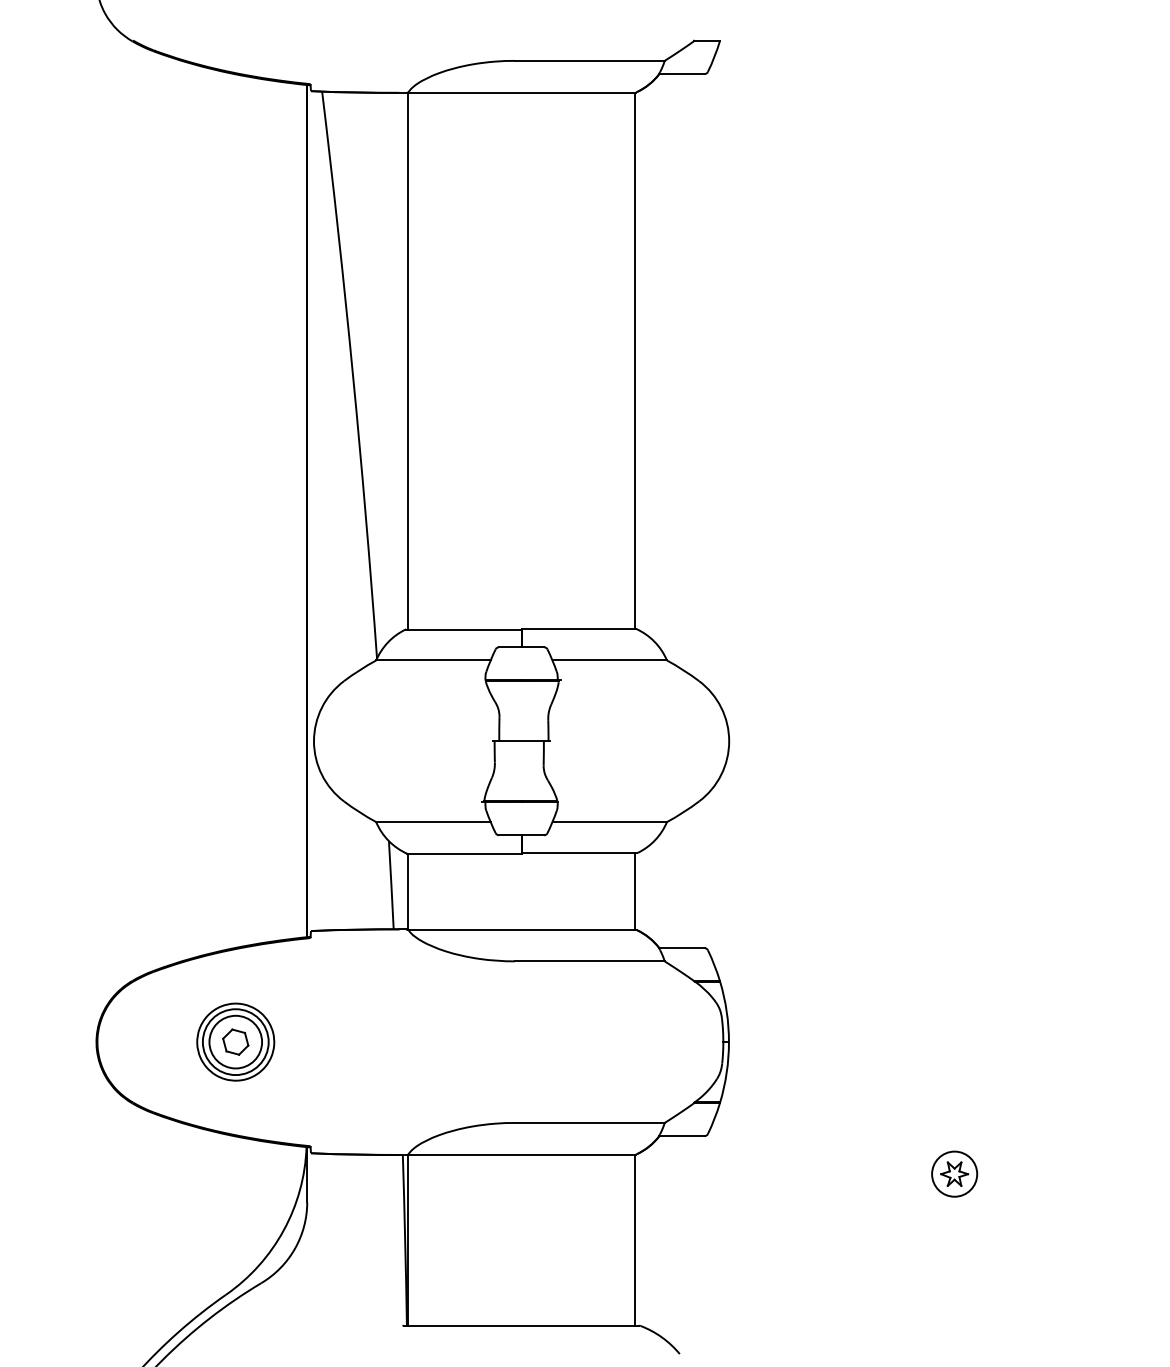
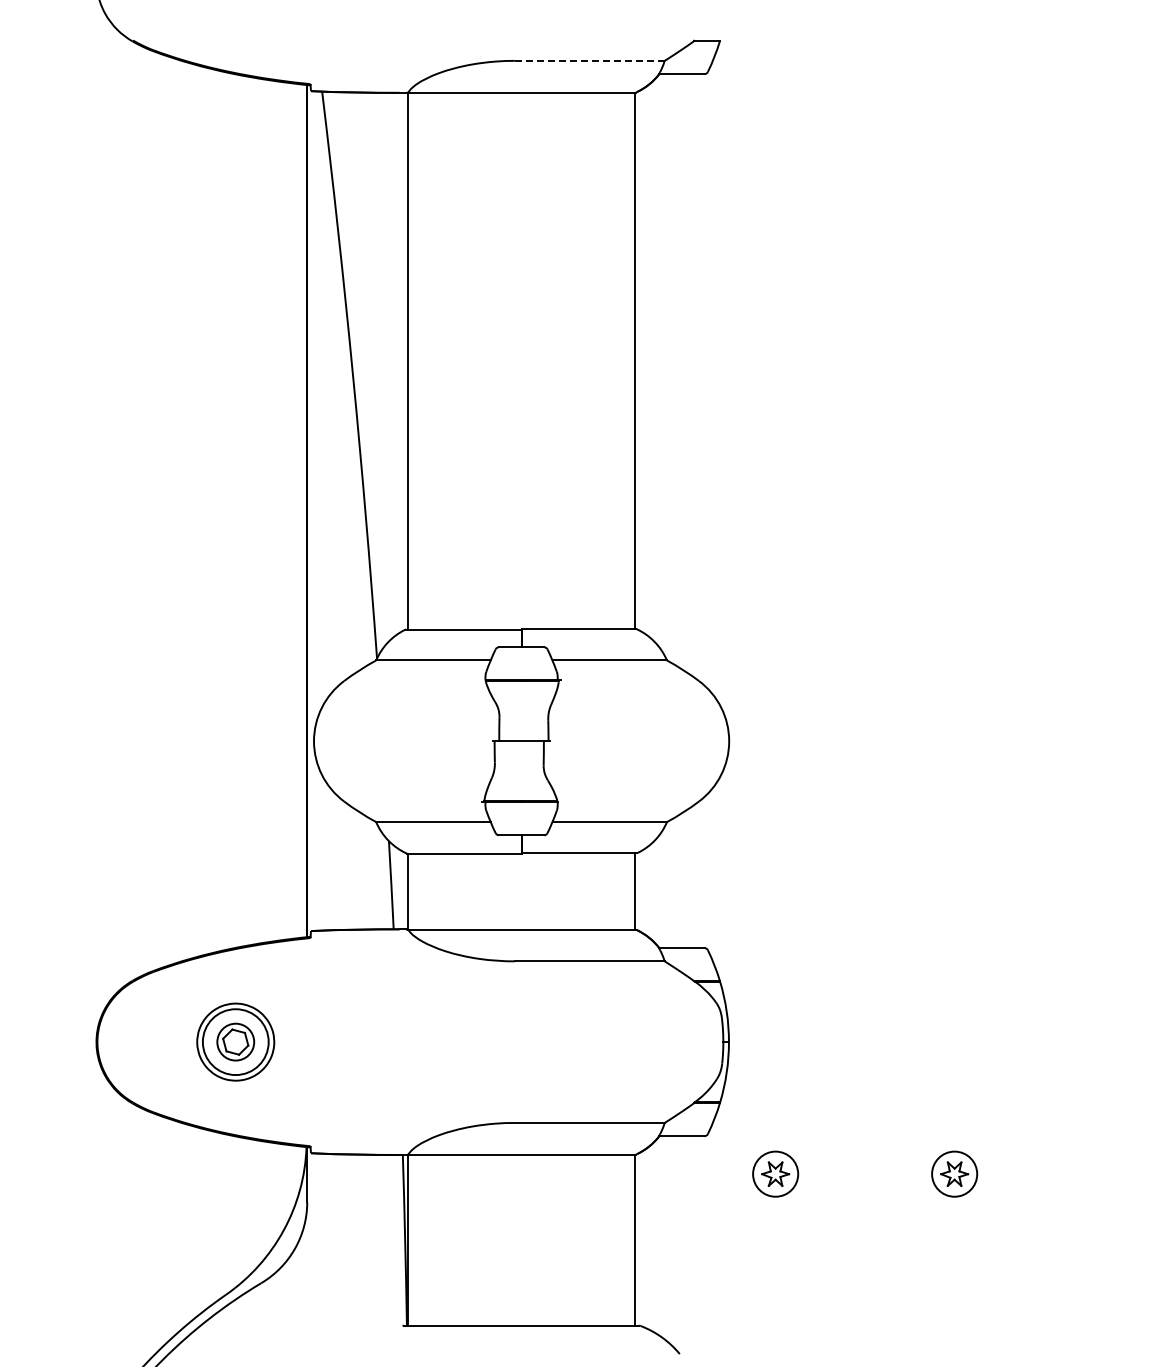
line at (589, 60): solid -> dashed
circle at (235, 1041) diameter: 53 px -> 37 px
part at (775, 1173): none -> present
